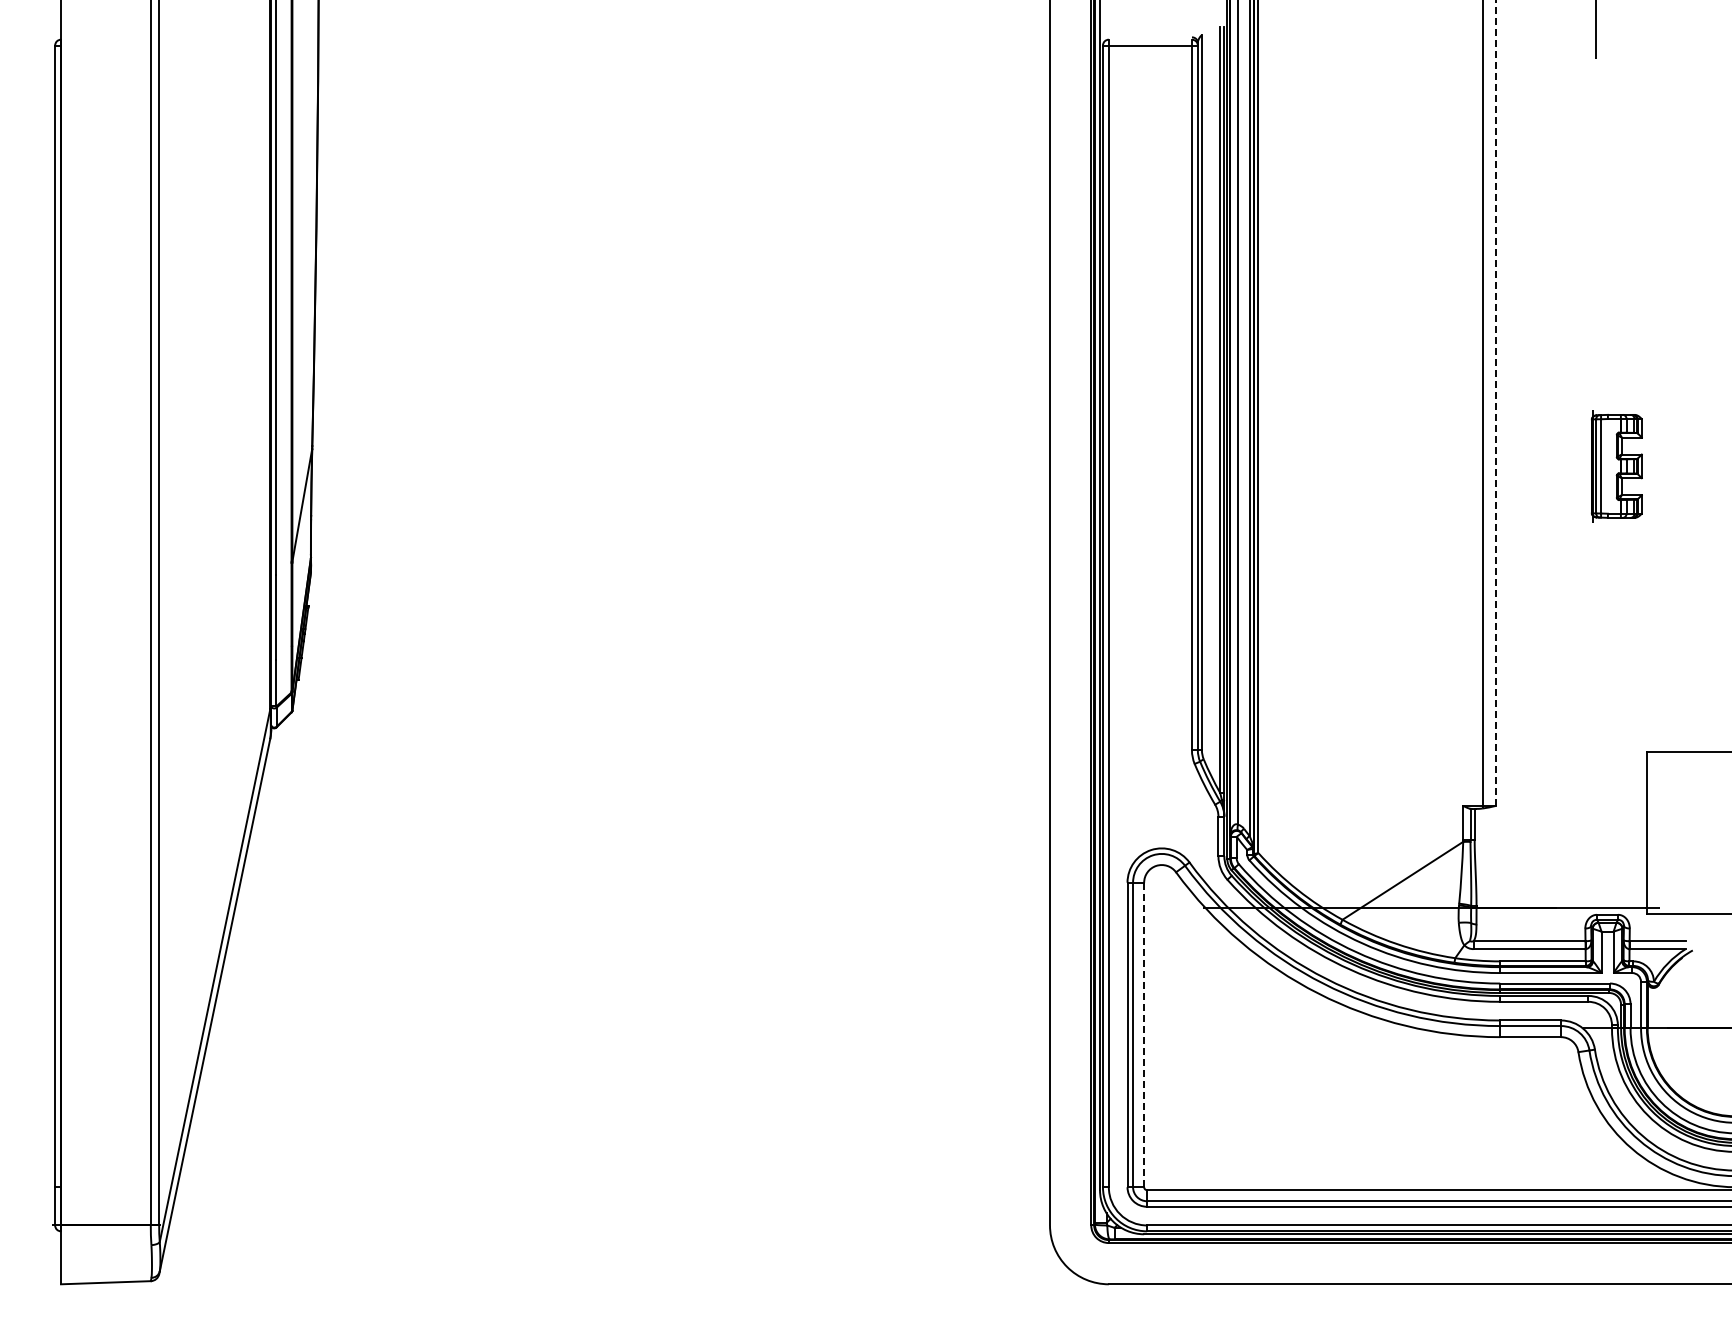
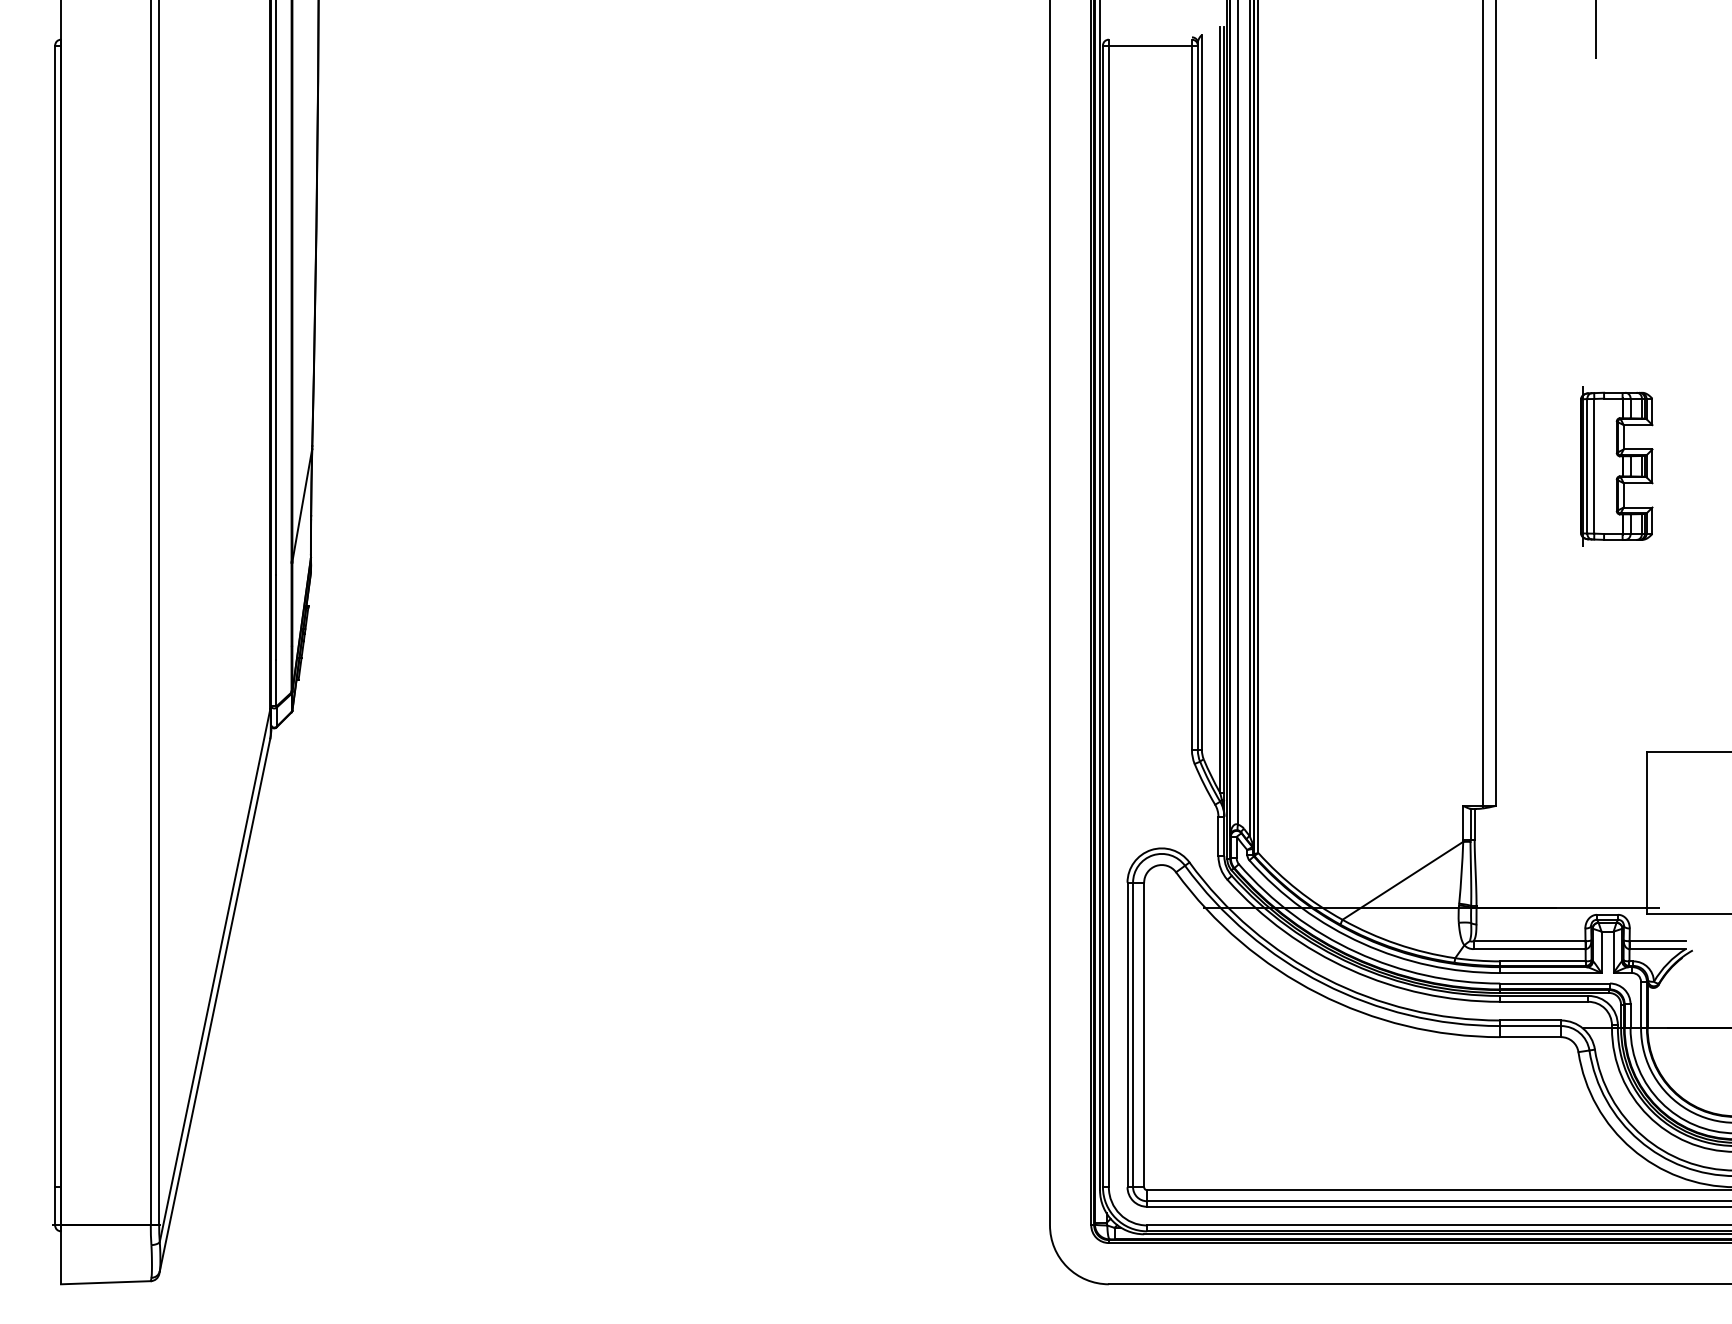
line at (1495, 403): dashed -> solid
part at (1616, 466) size: 52x113 px -> 74x161 px
line at (1144, 1034): dashed -> solid
